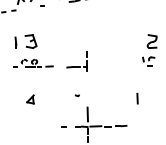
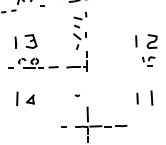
part at (80, 30): none -> present
line at (136, 41): none -> present
part at (33, 62) size: 41x10 px -> 51x11 px
line at (151, 97): none -> present
line at (17, 98): none -> present
